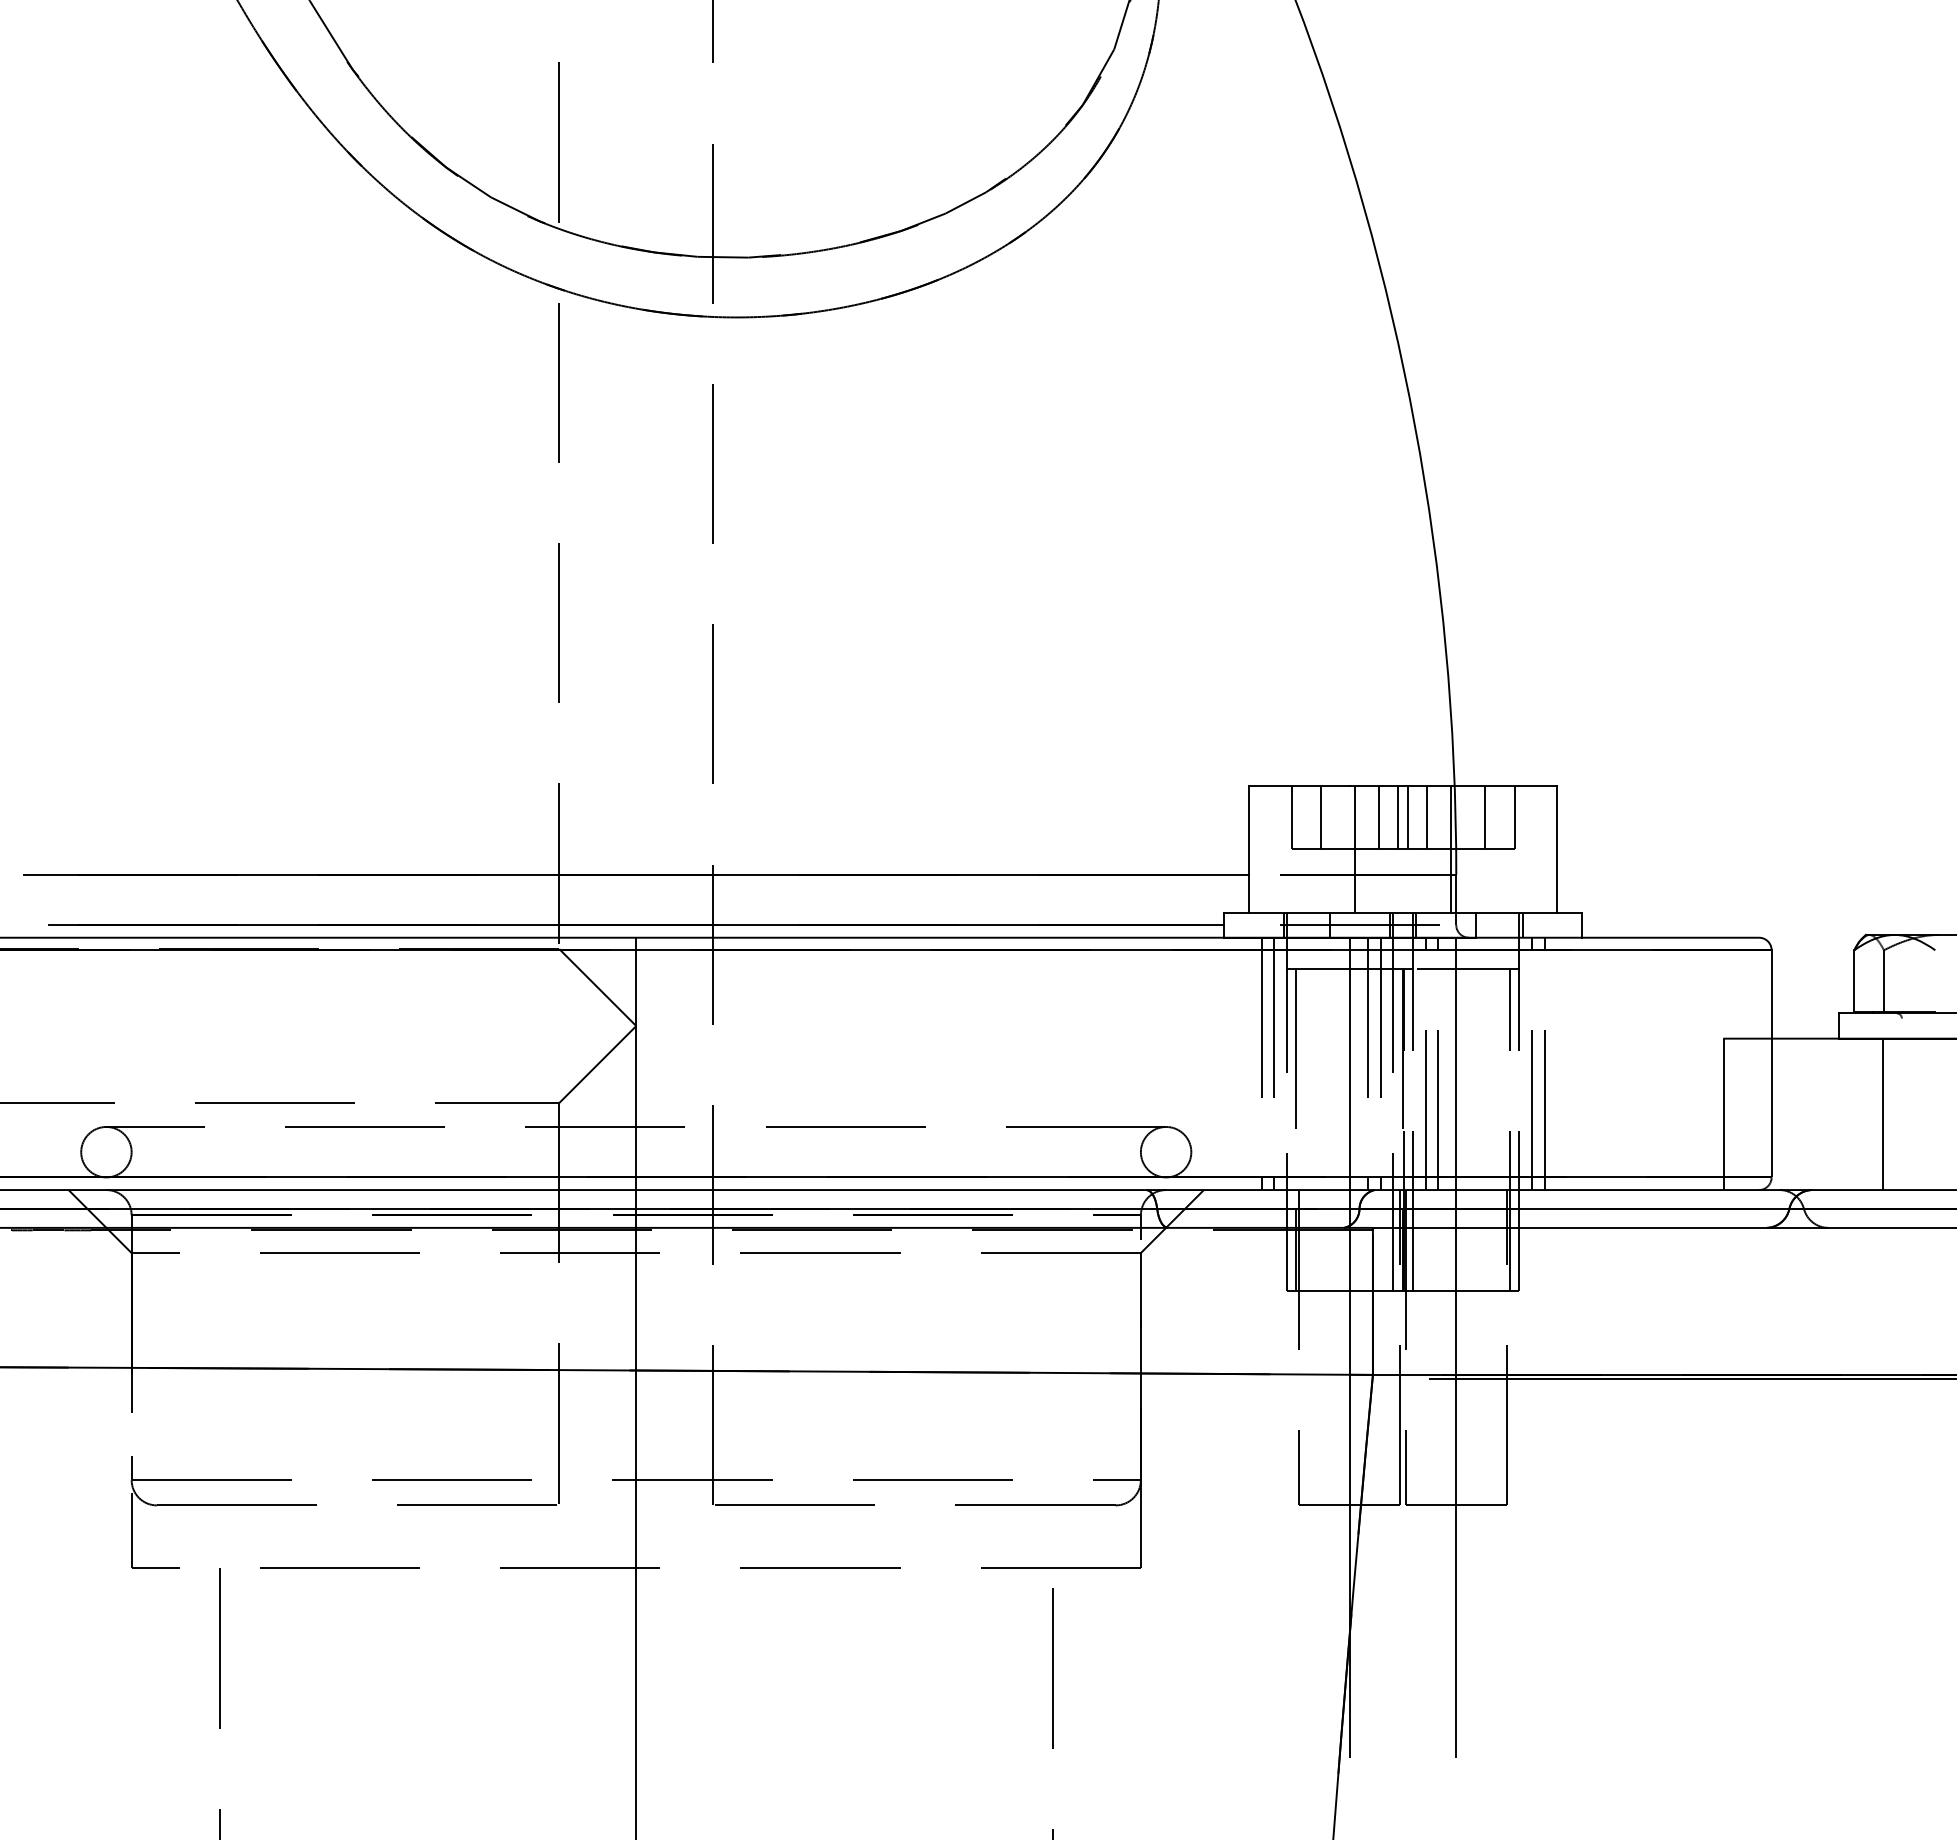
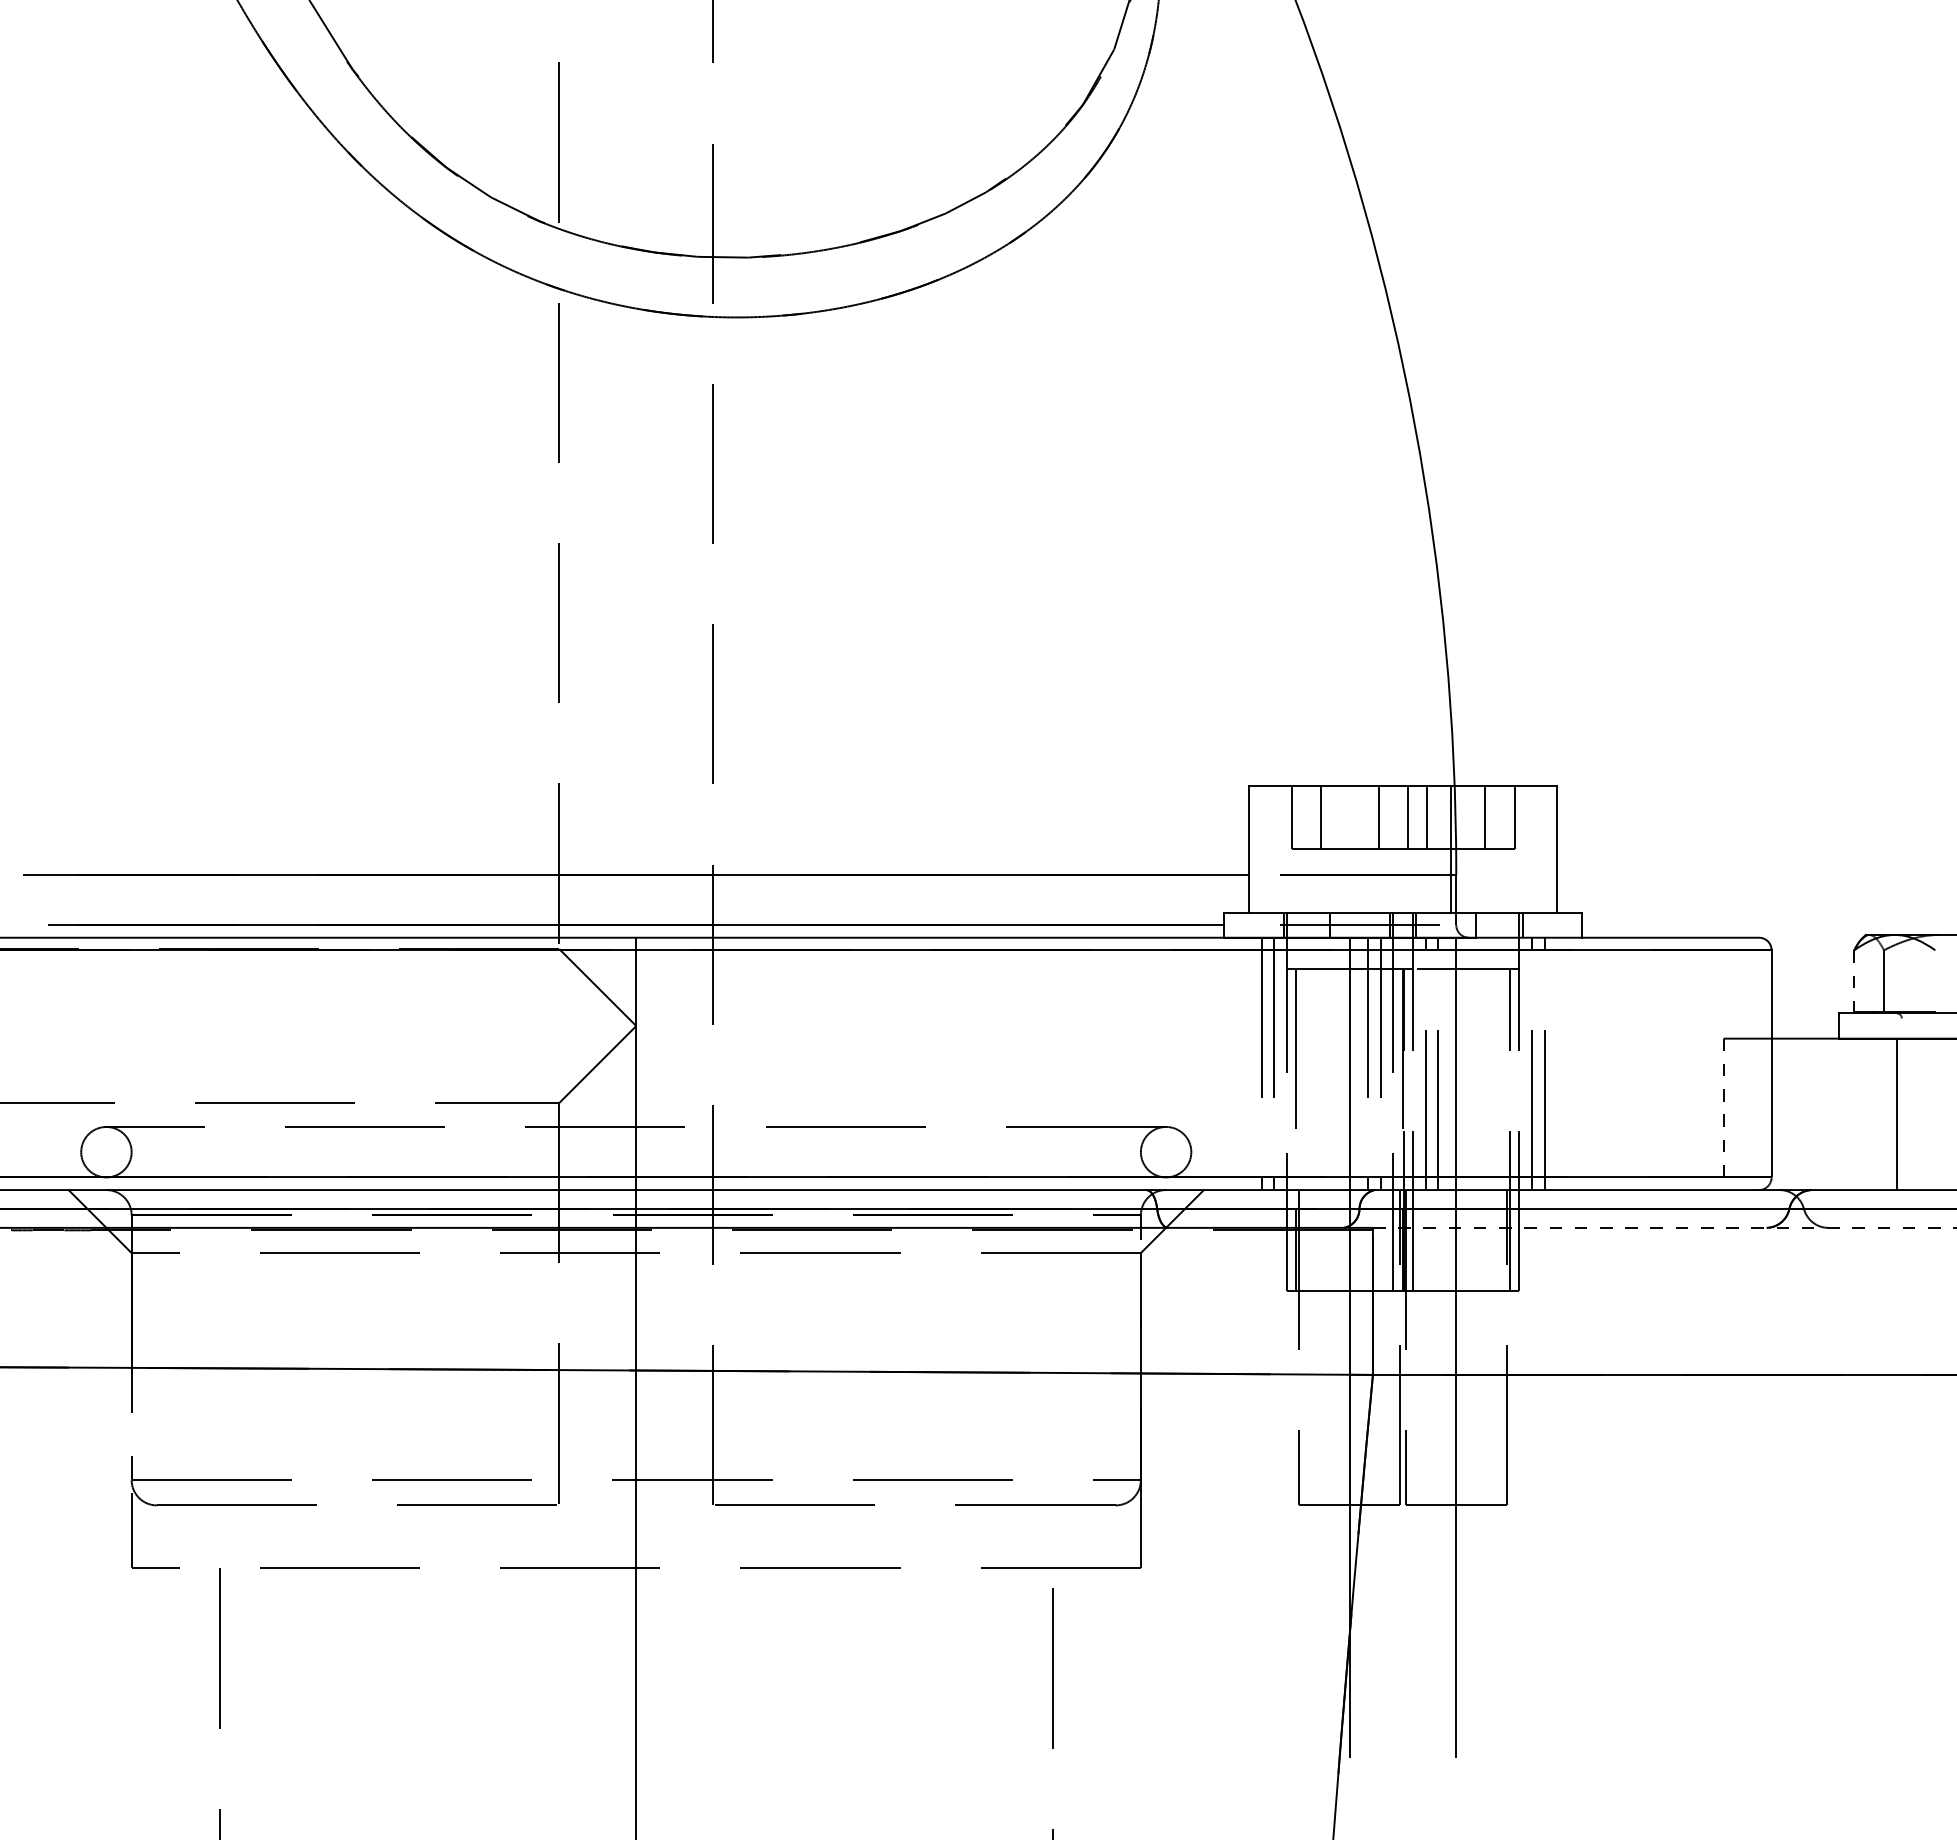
line at (1398, 817): present -> none
line at (1355, 849): present -> none
line at (1854, 980): solid -> dashed
line at (1723, 1114): solid -> dashed
line at (1883, 1114) position: (1883, 1114) -> (1897, 1114)
line at (1664, 1227): solid -> dashed
line at (1690, 1379): present -> none
